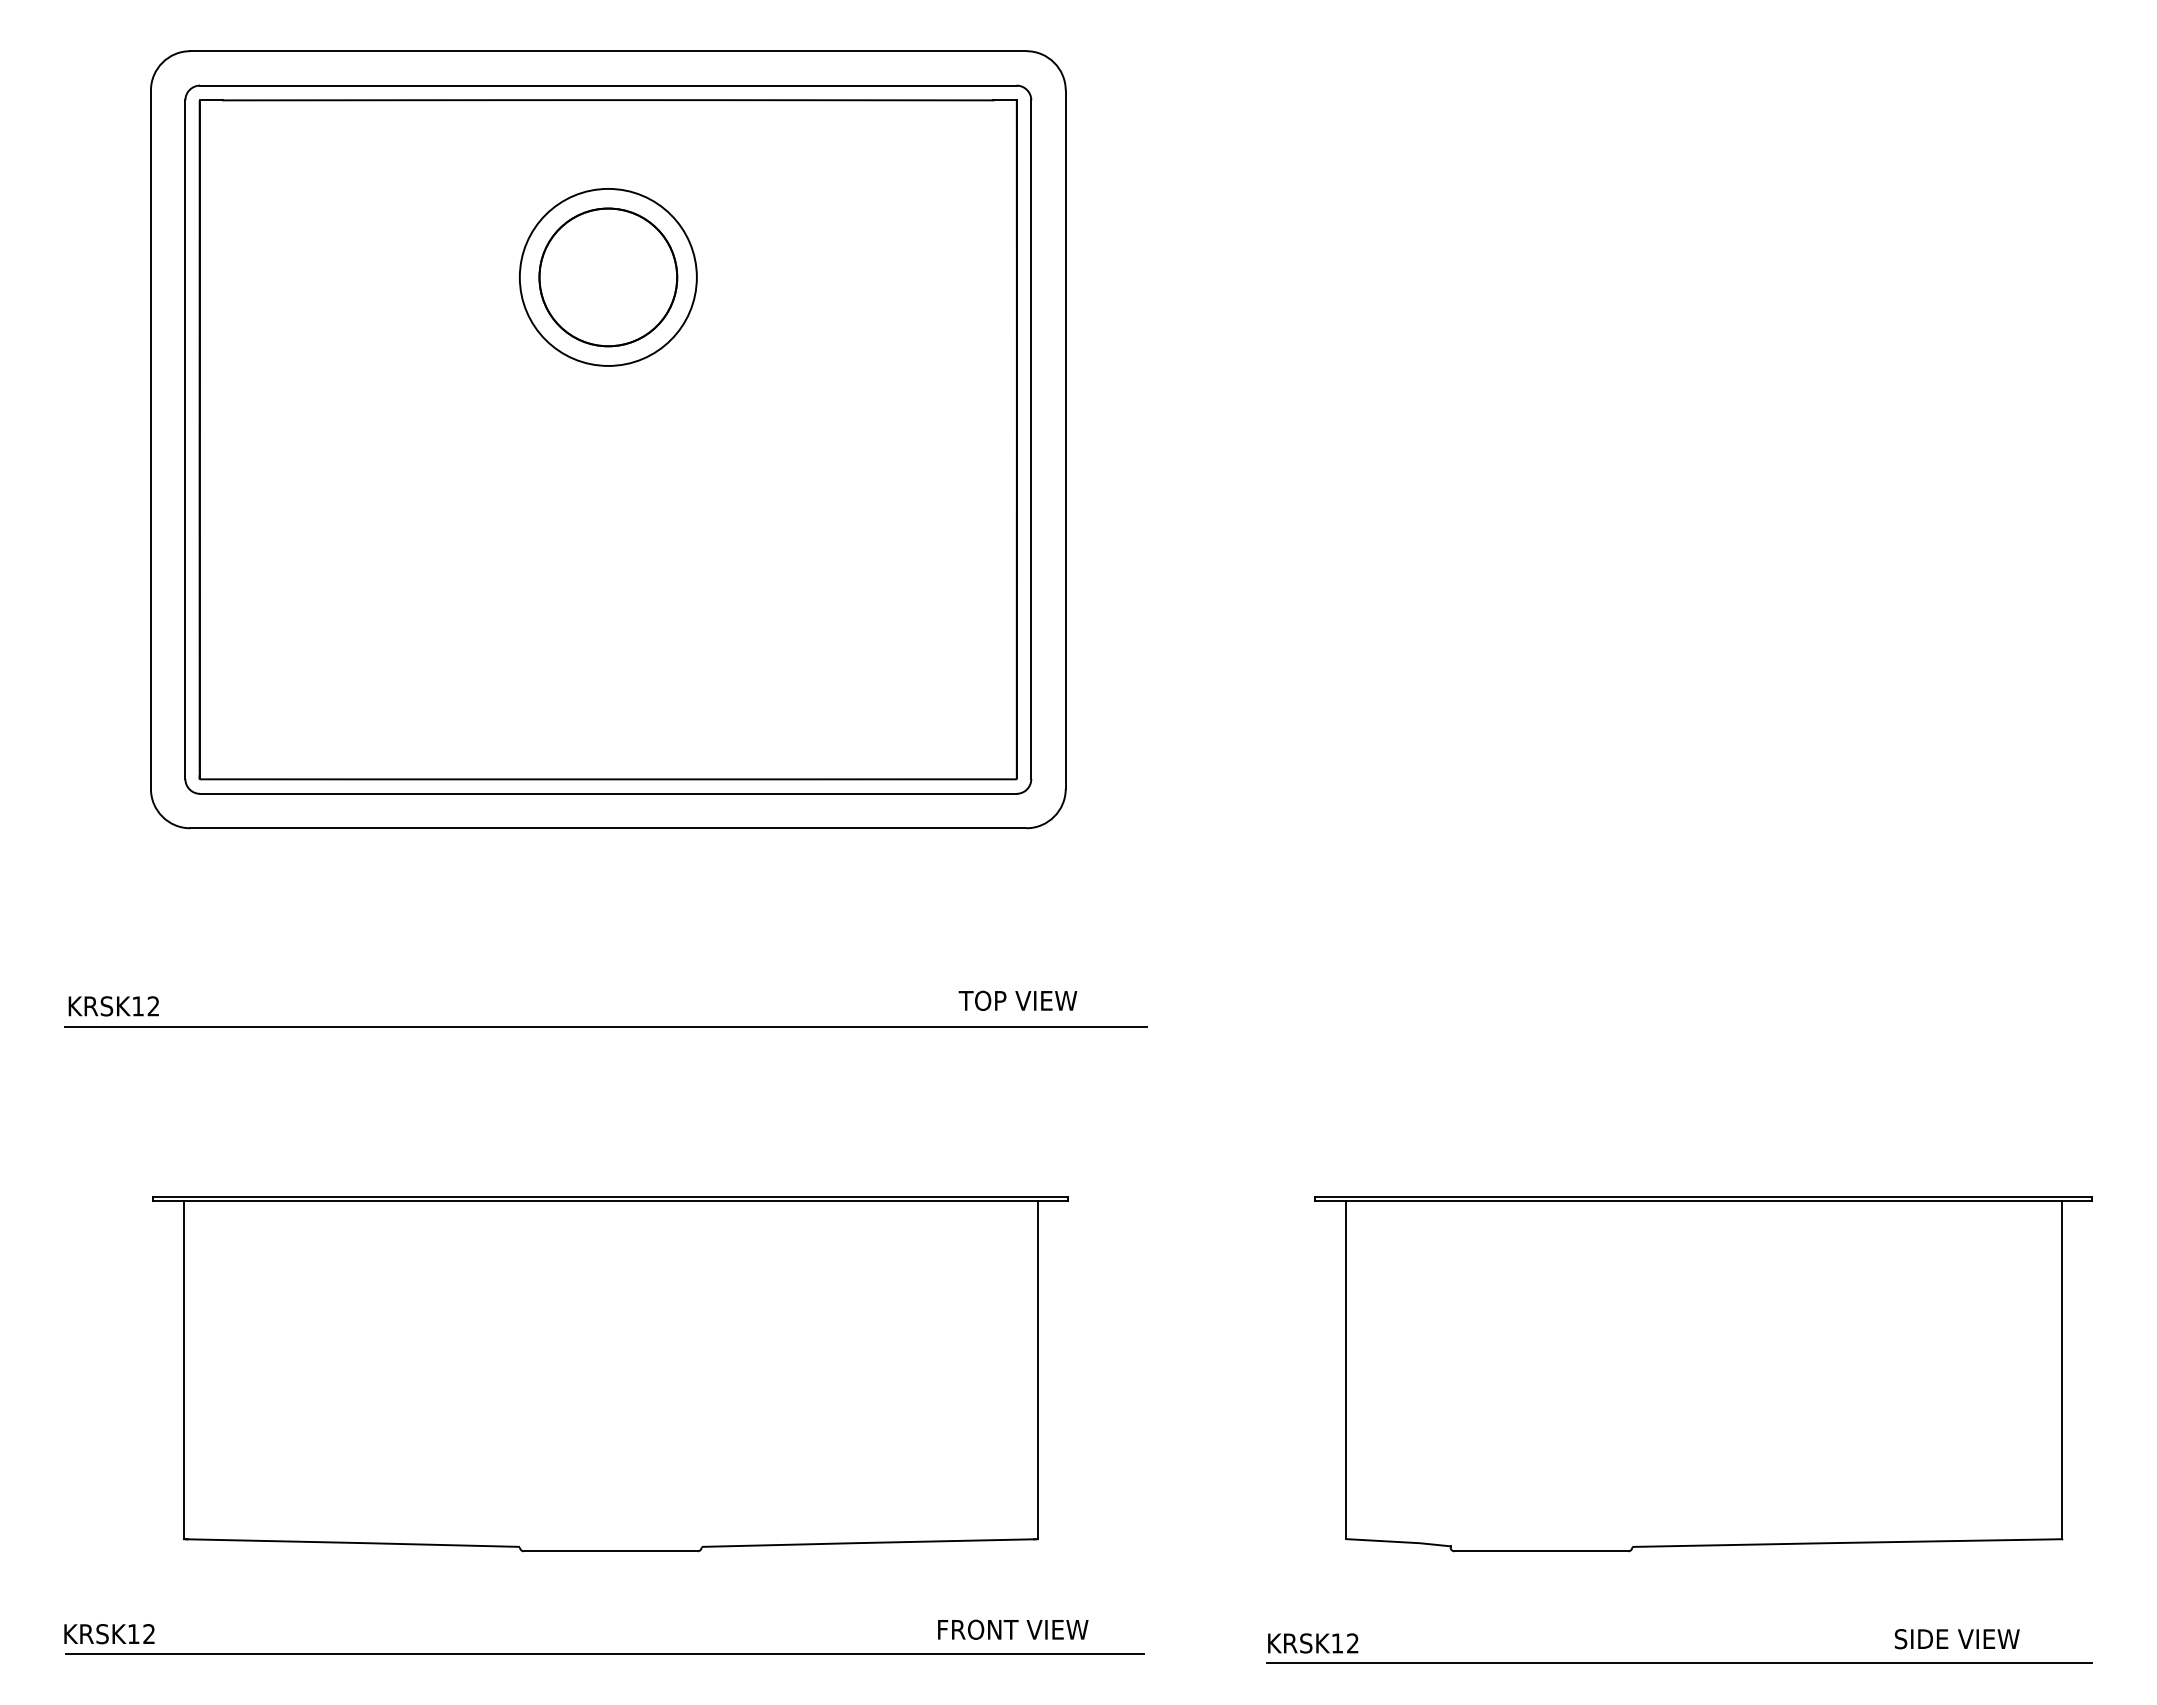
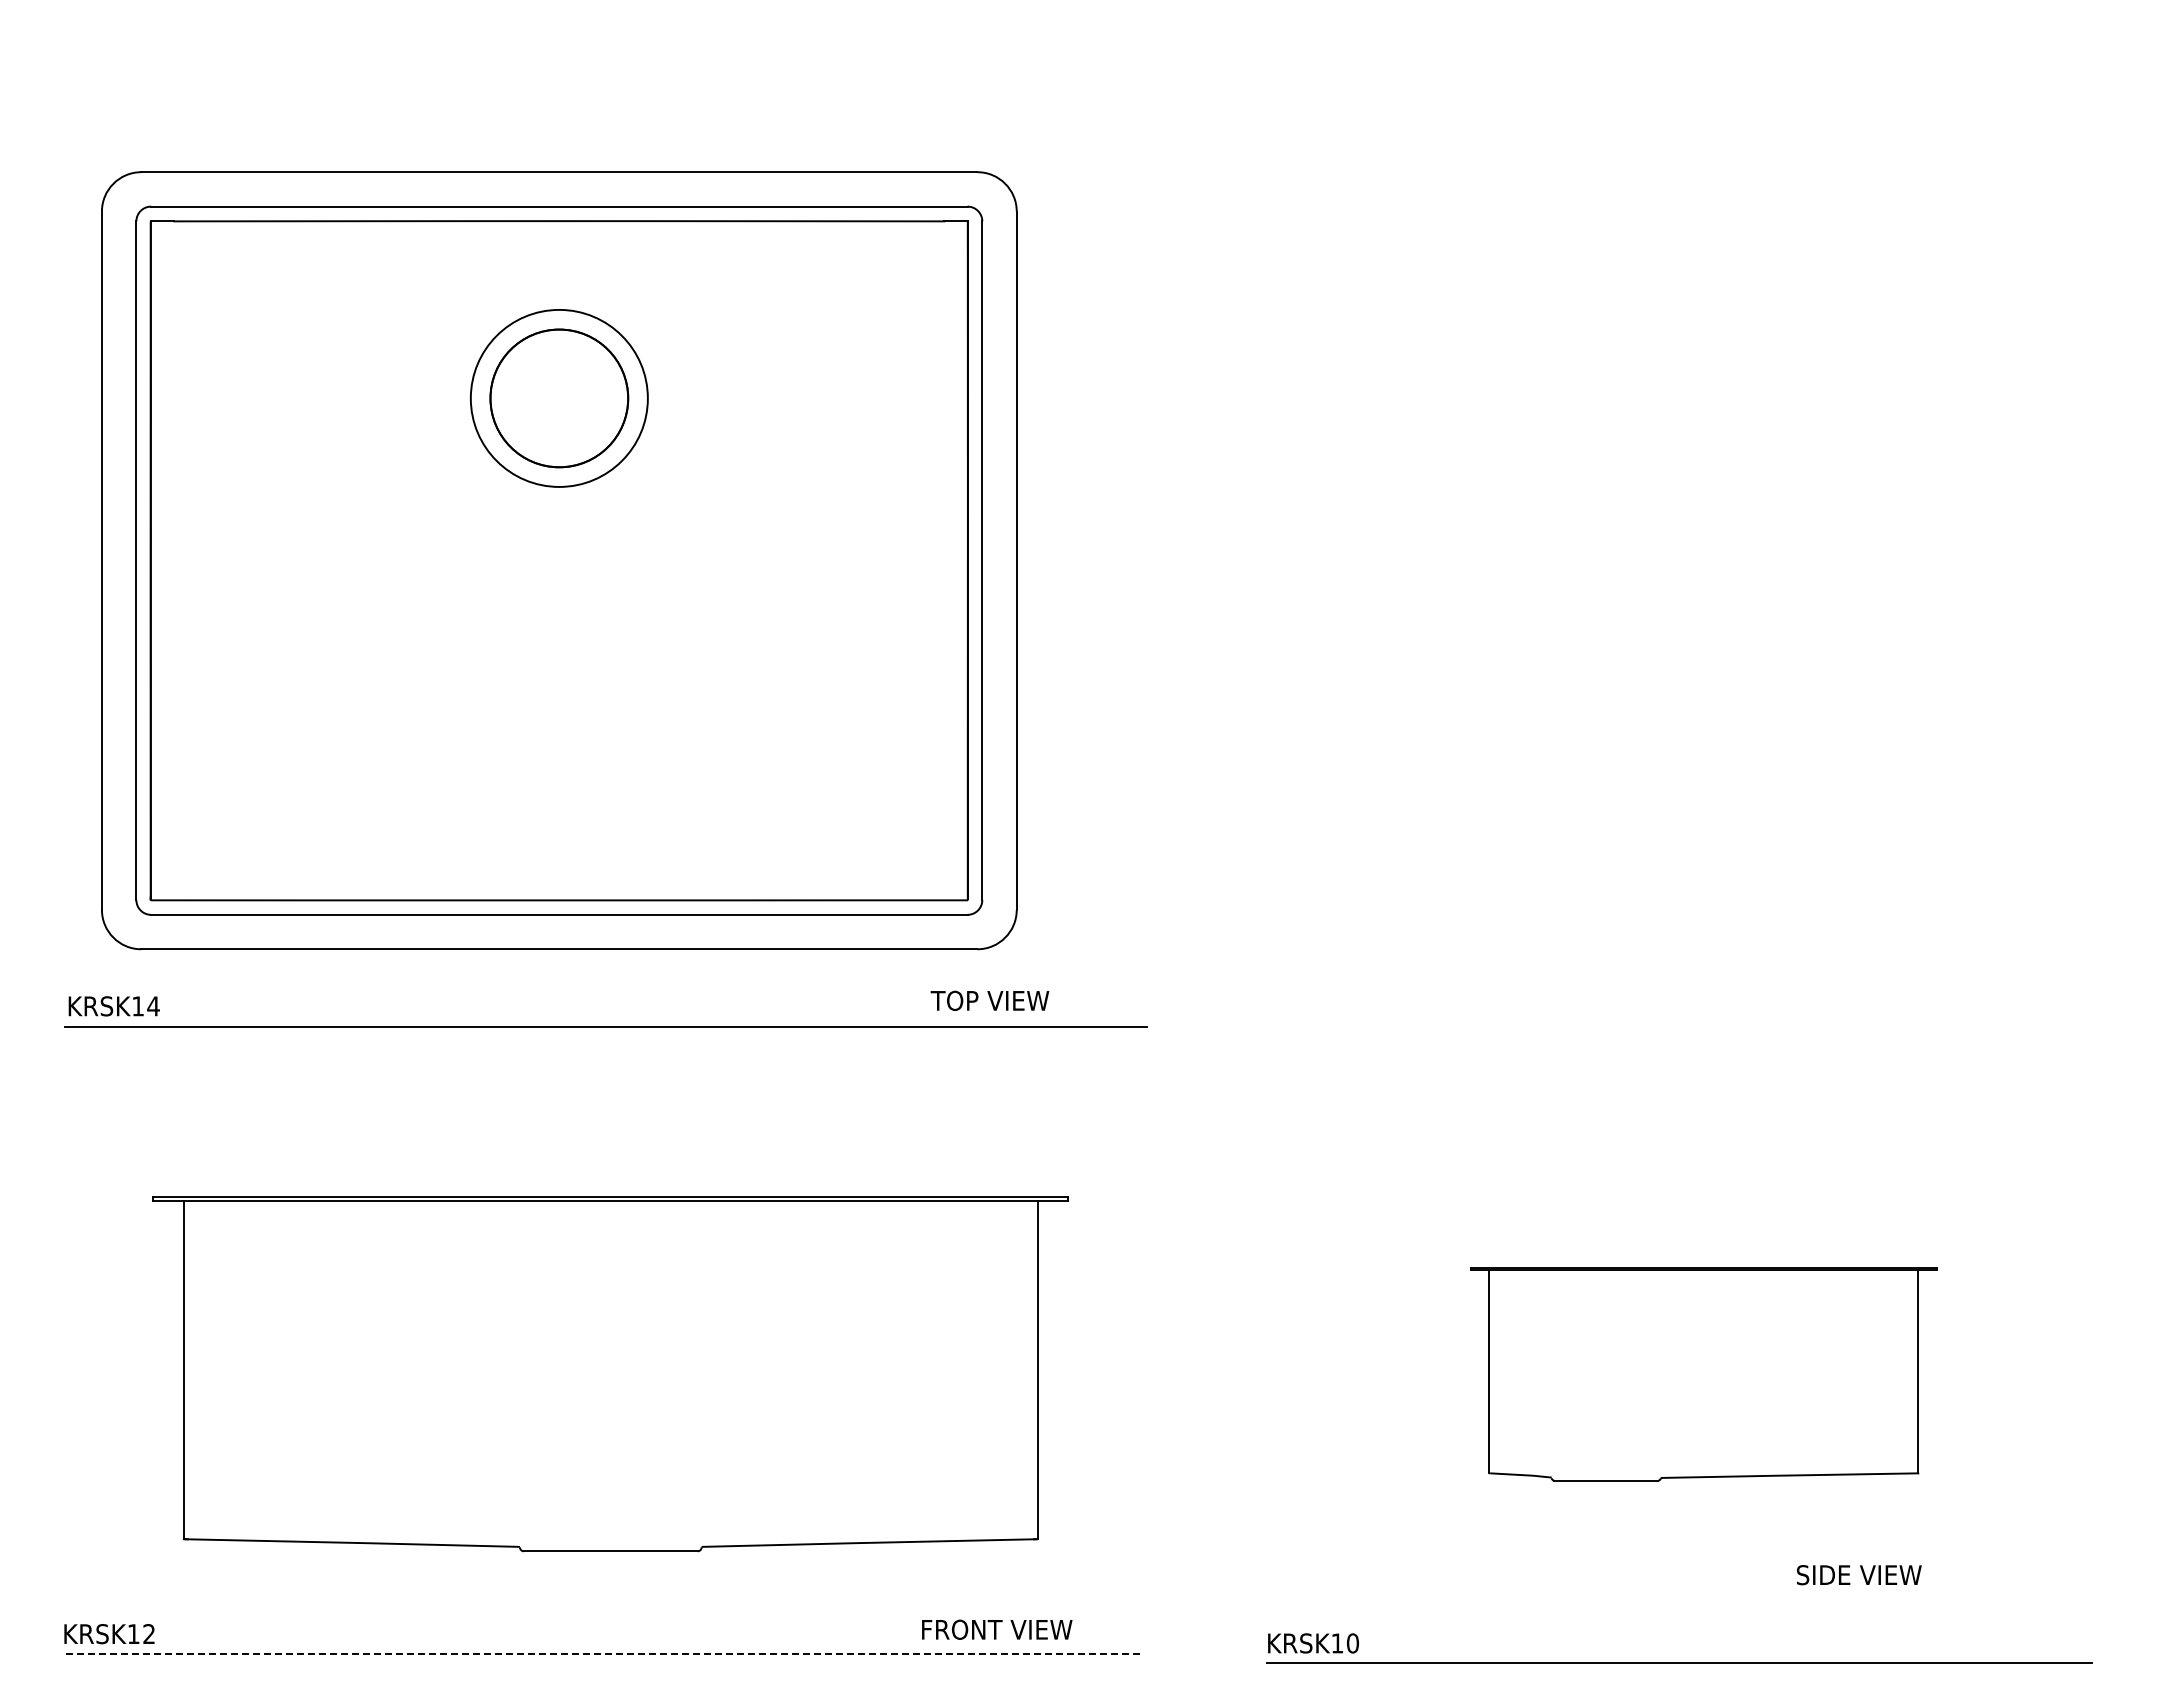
part at (608, 439) position: (608, 439) -> (559, 560)
text at (1017, 1000) position: (1017, 1000) -> (989, 1000)
text at (153, 1006): KRSK12 -> KRSK14
part at (1703, 1374) size: 779x357 px -> 468x215 px
text at (1013, 1629) position: (1013, 1629) -> (997, 1629)
text at (1957, 1639) position: (1957, 1639) -> (1859, 1575)
text at (1352, 1643): KRSK12 -> KRSK10
line at (605, 1653): solid -> dashed
